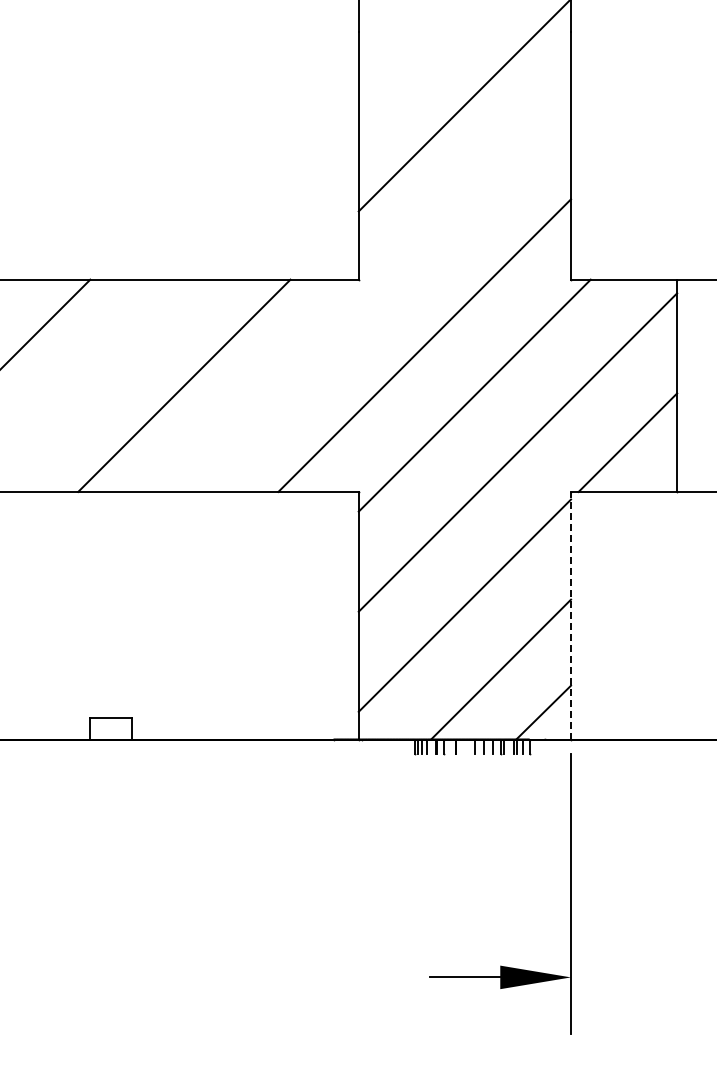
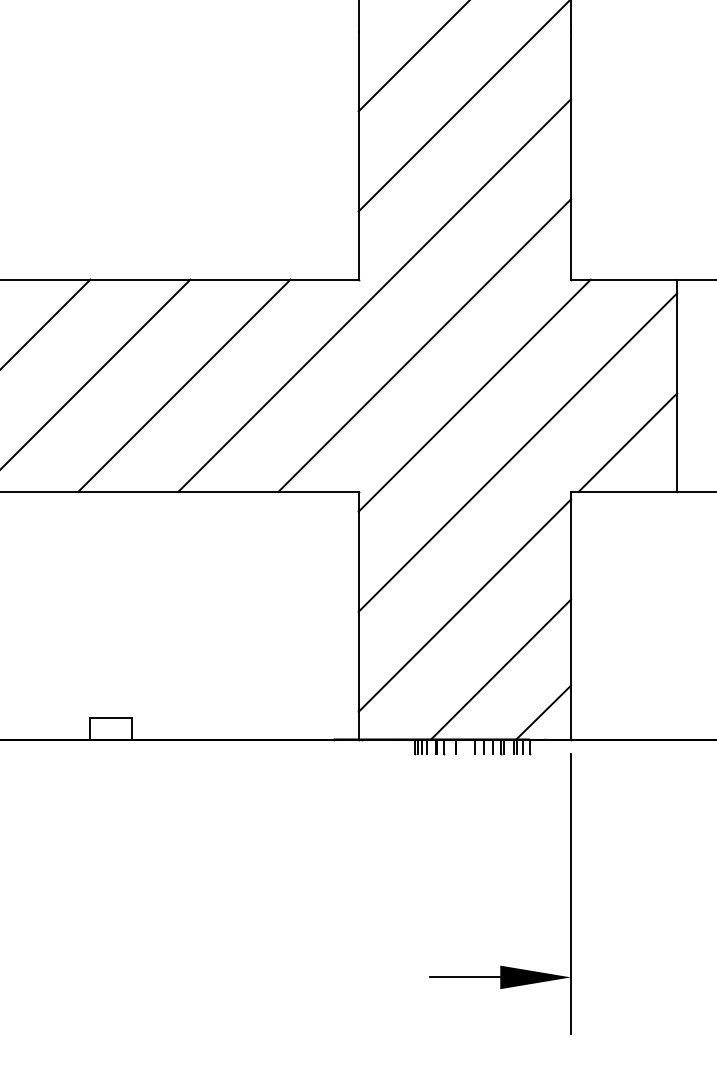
line at (412, 56): none -> present
line at (374, 295): none -> present
line at (96, 373): none -> present
line at (571, 615): dashed -> solid
